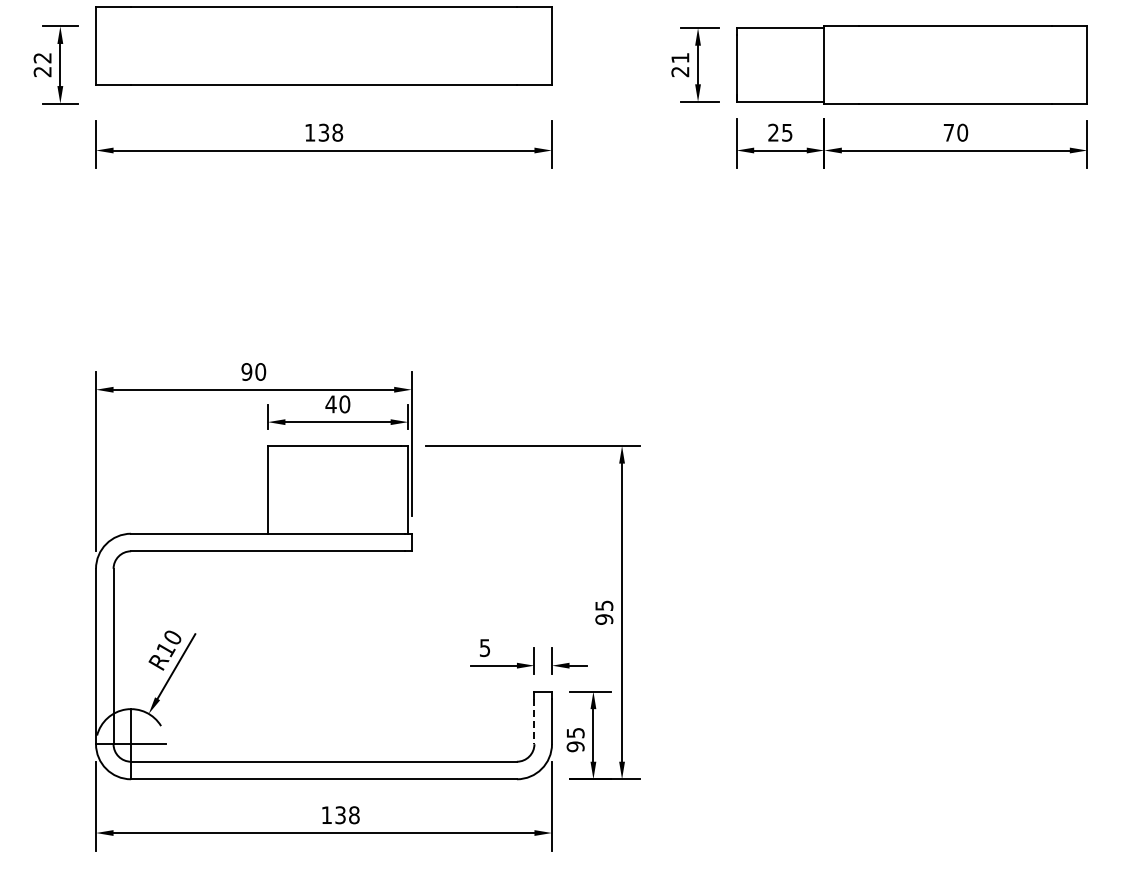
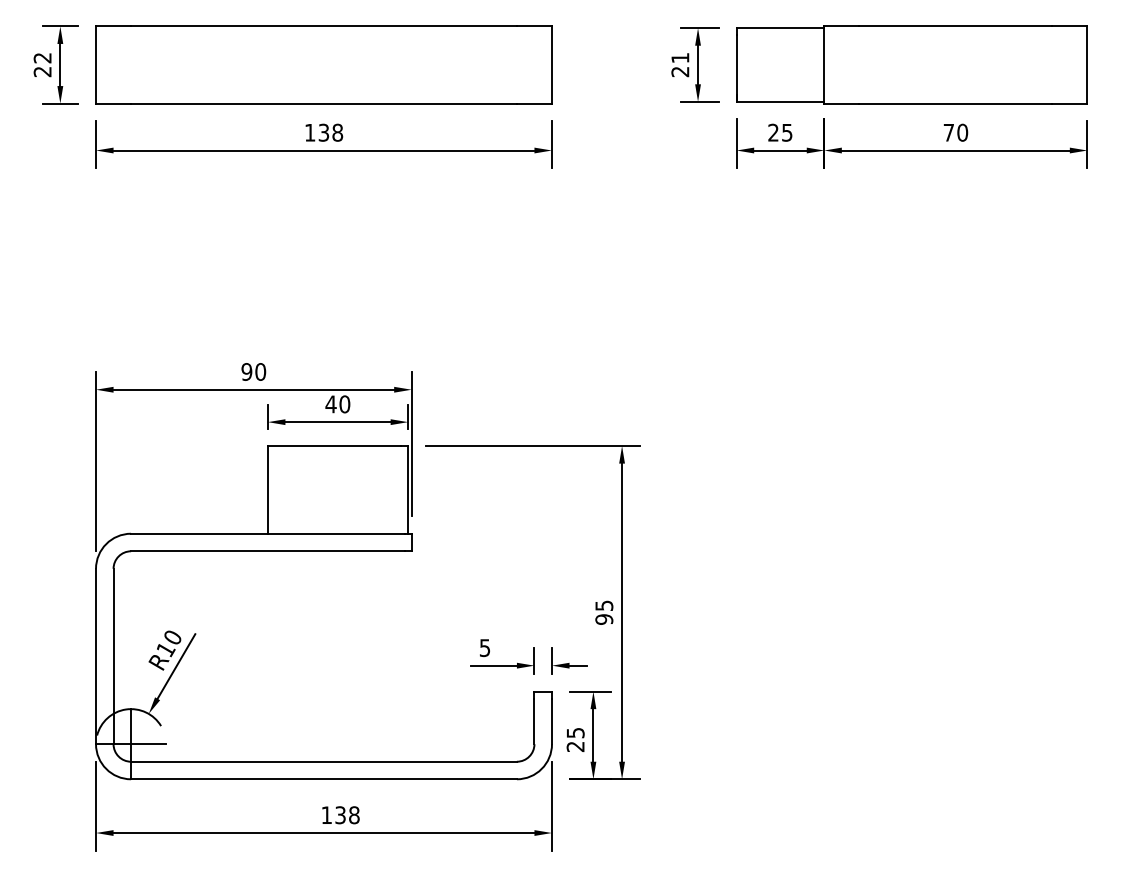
part at (323, 45) position: (323, 45) -> (323, 64)
line at (534, 721): dashed -> solid
text at (575, 746): 95 -> 25
